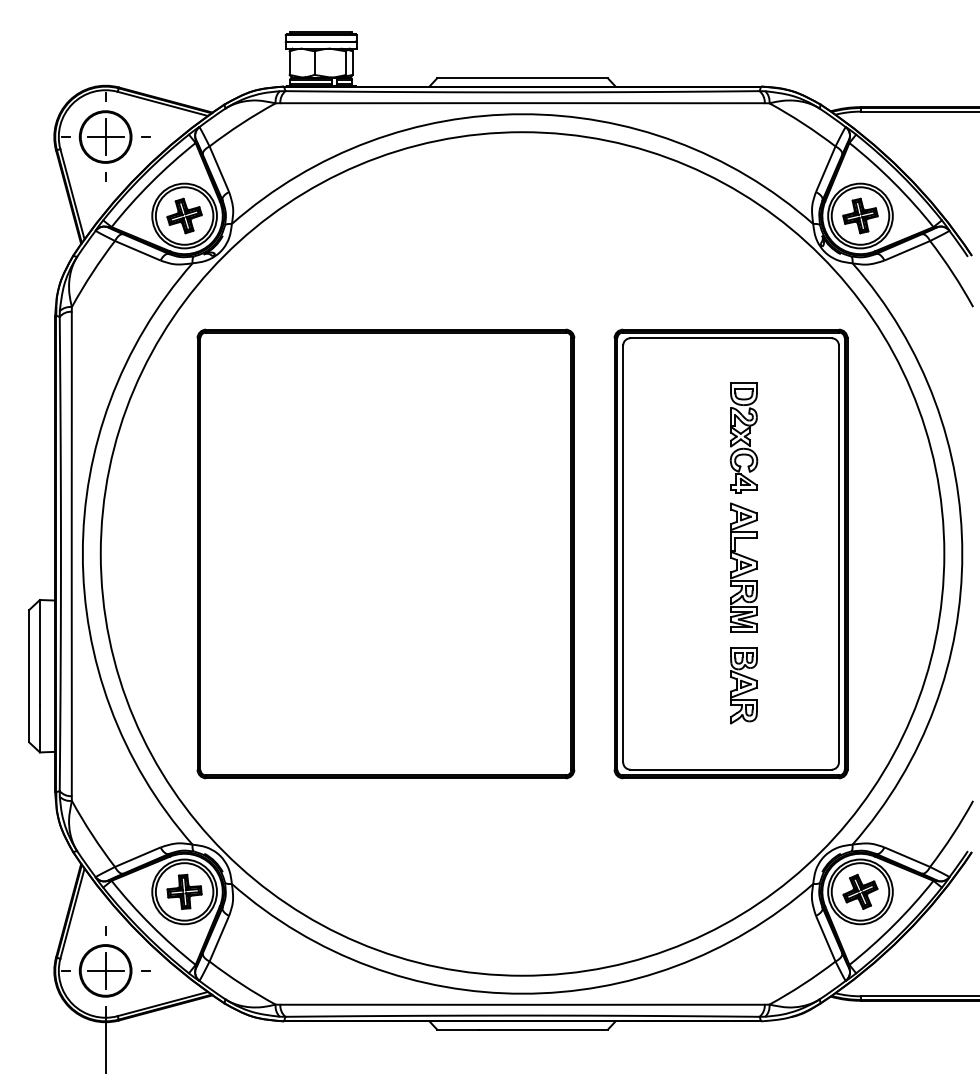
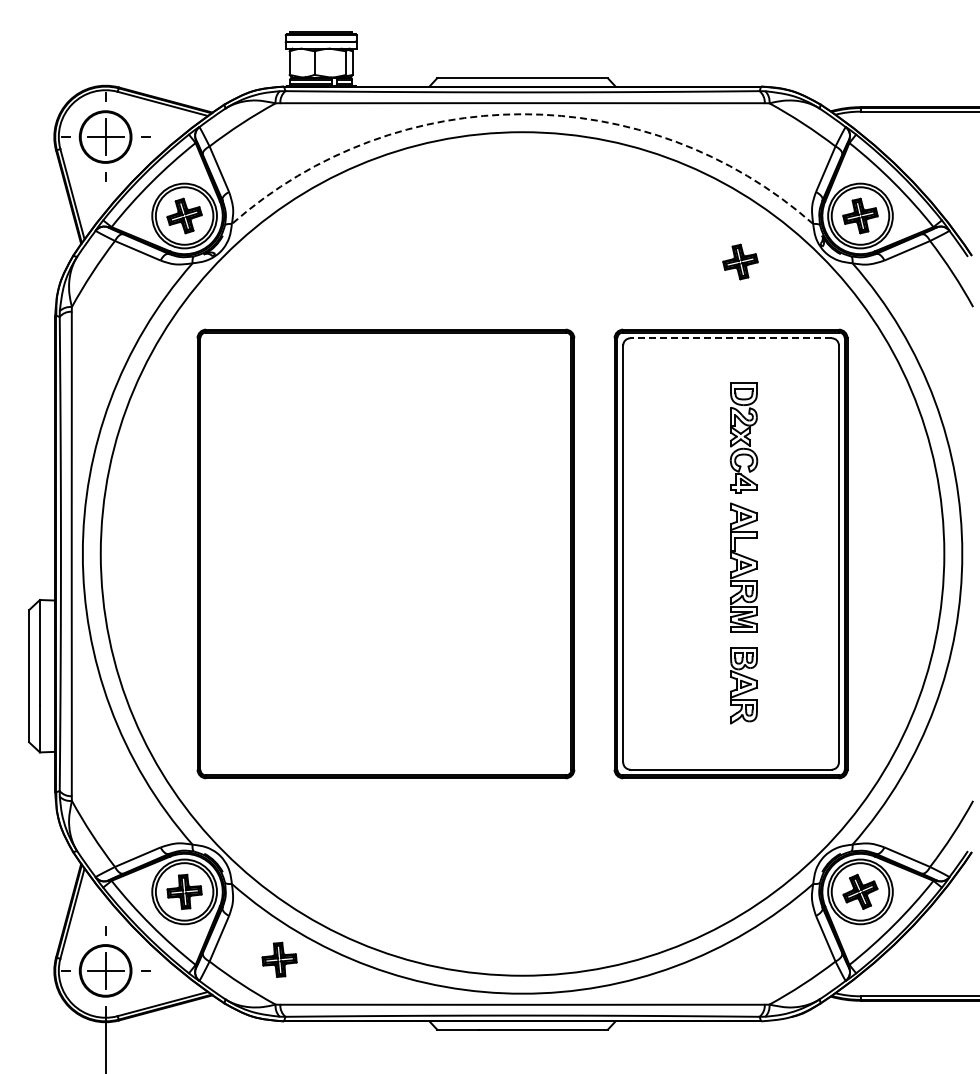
arc at (522, 114): solid -> dashed
part at (740, 261): none -> present
line at (731, 338): solid -> dashed
part at (279, 959): none -> present
